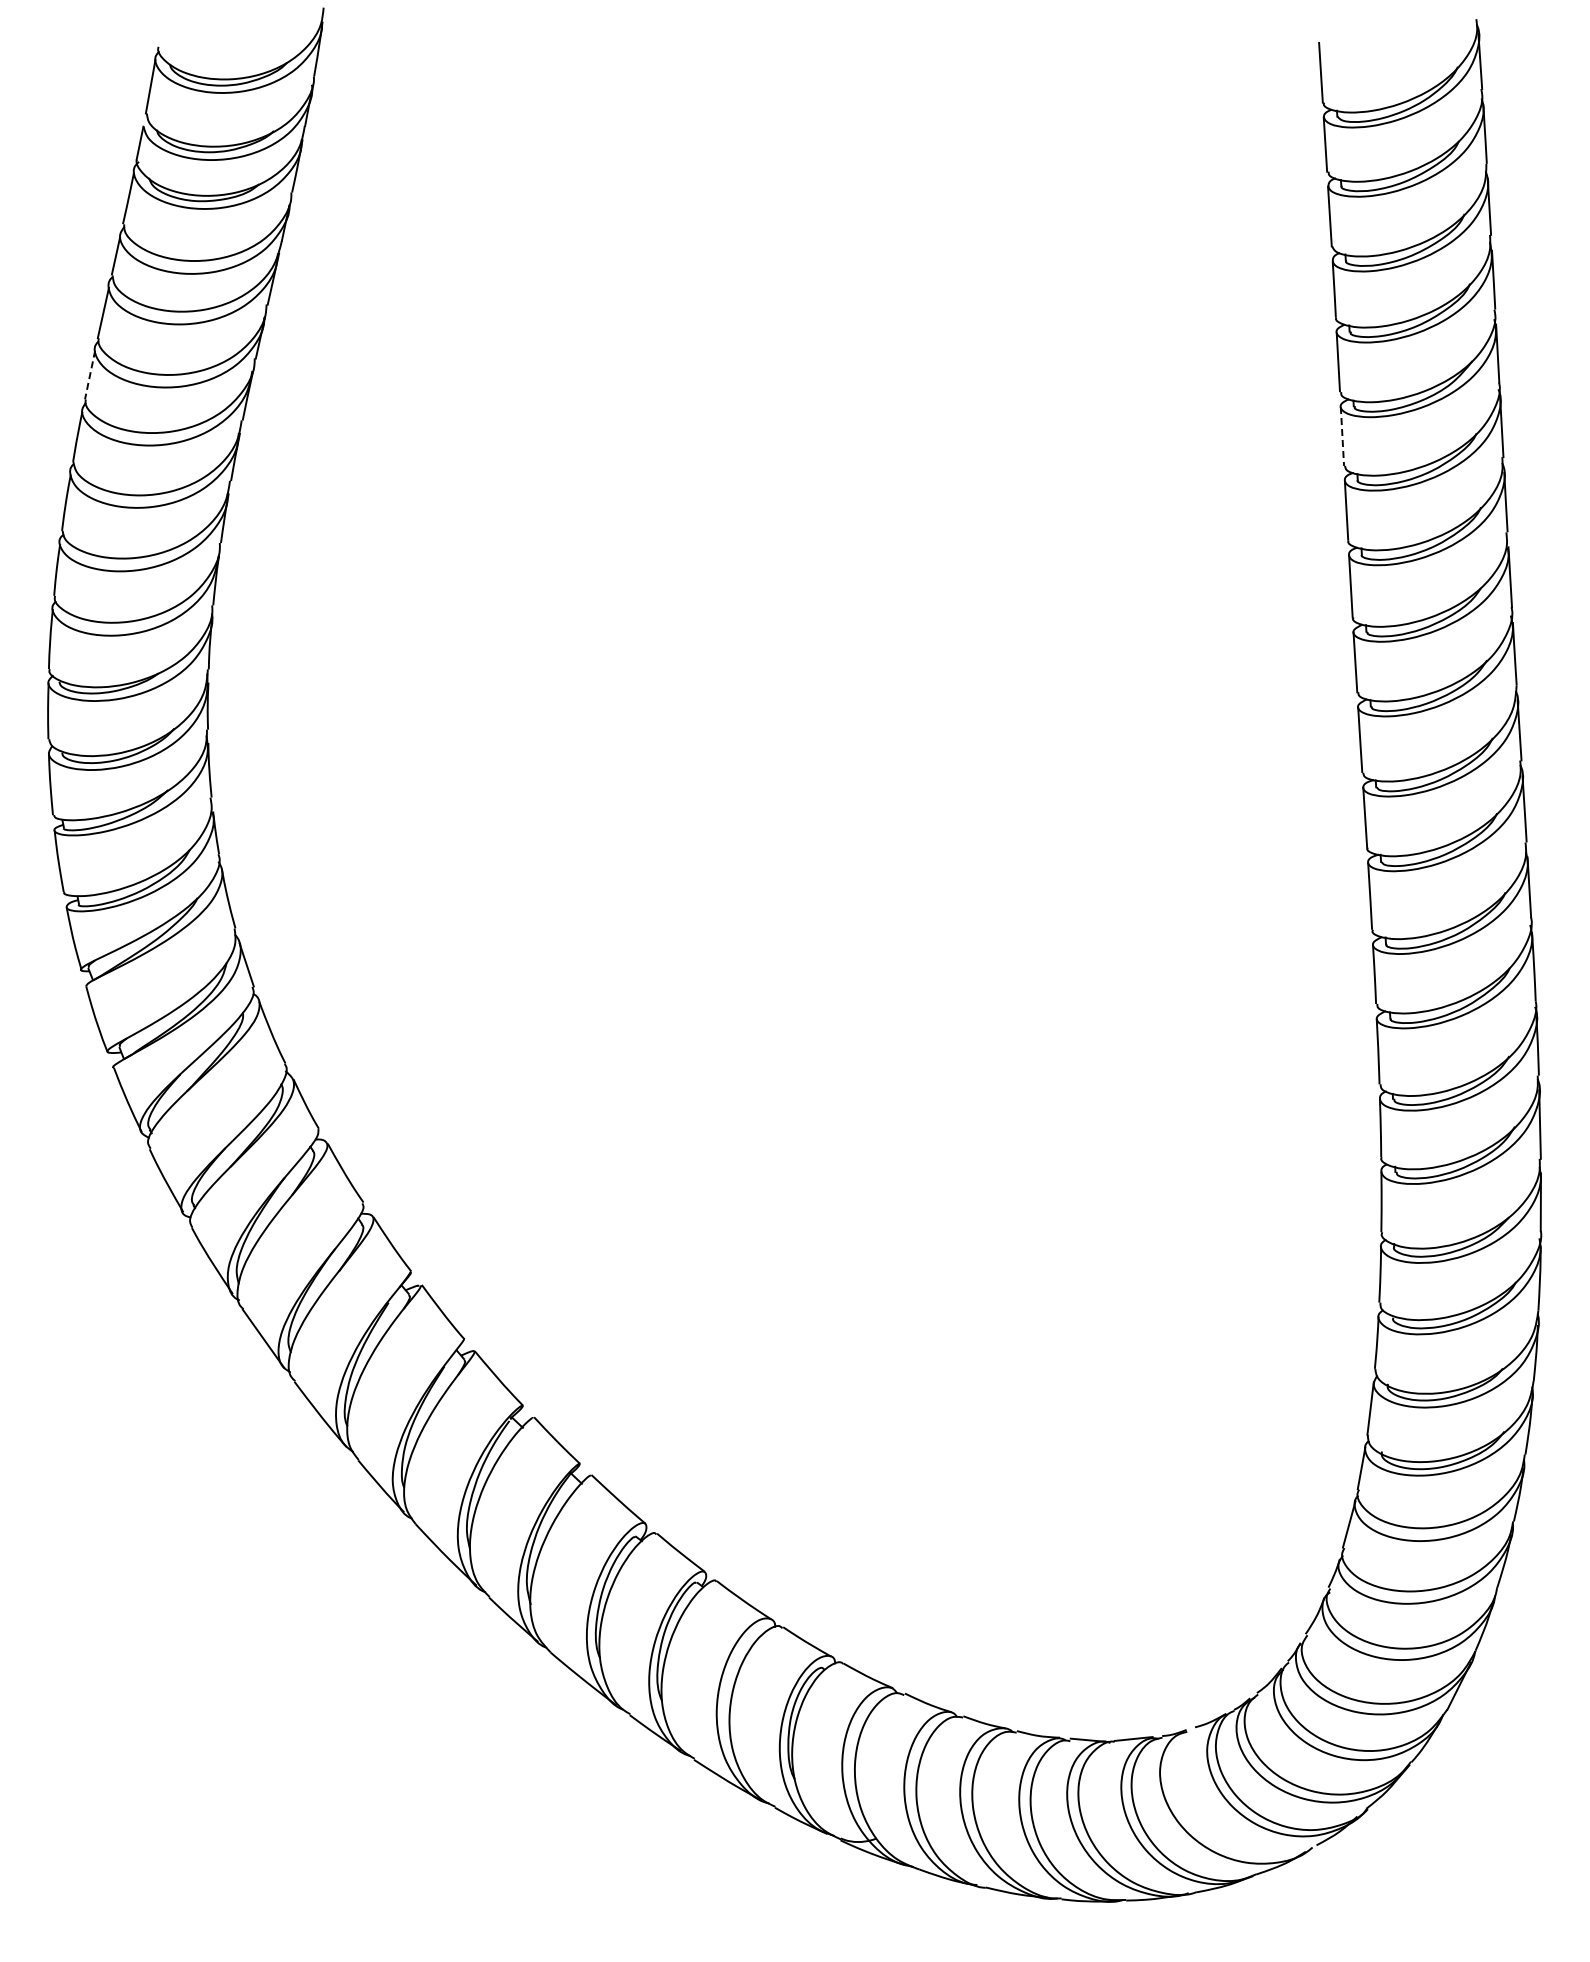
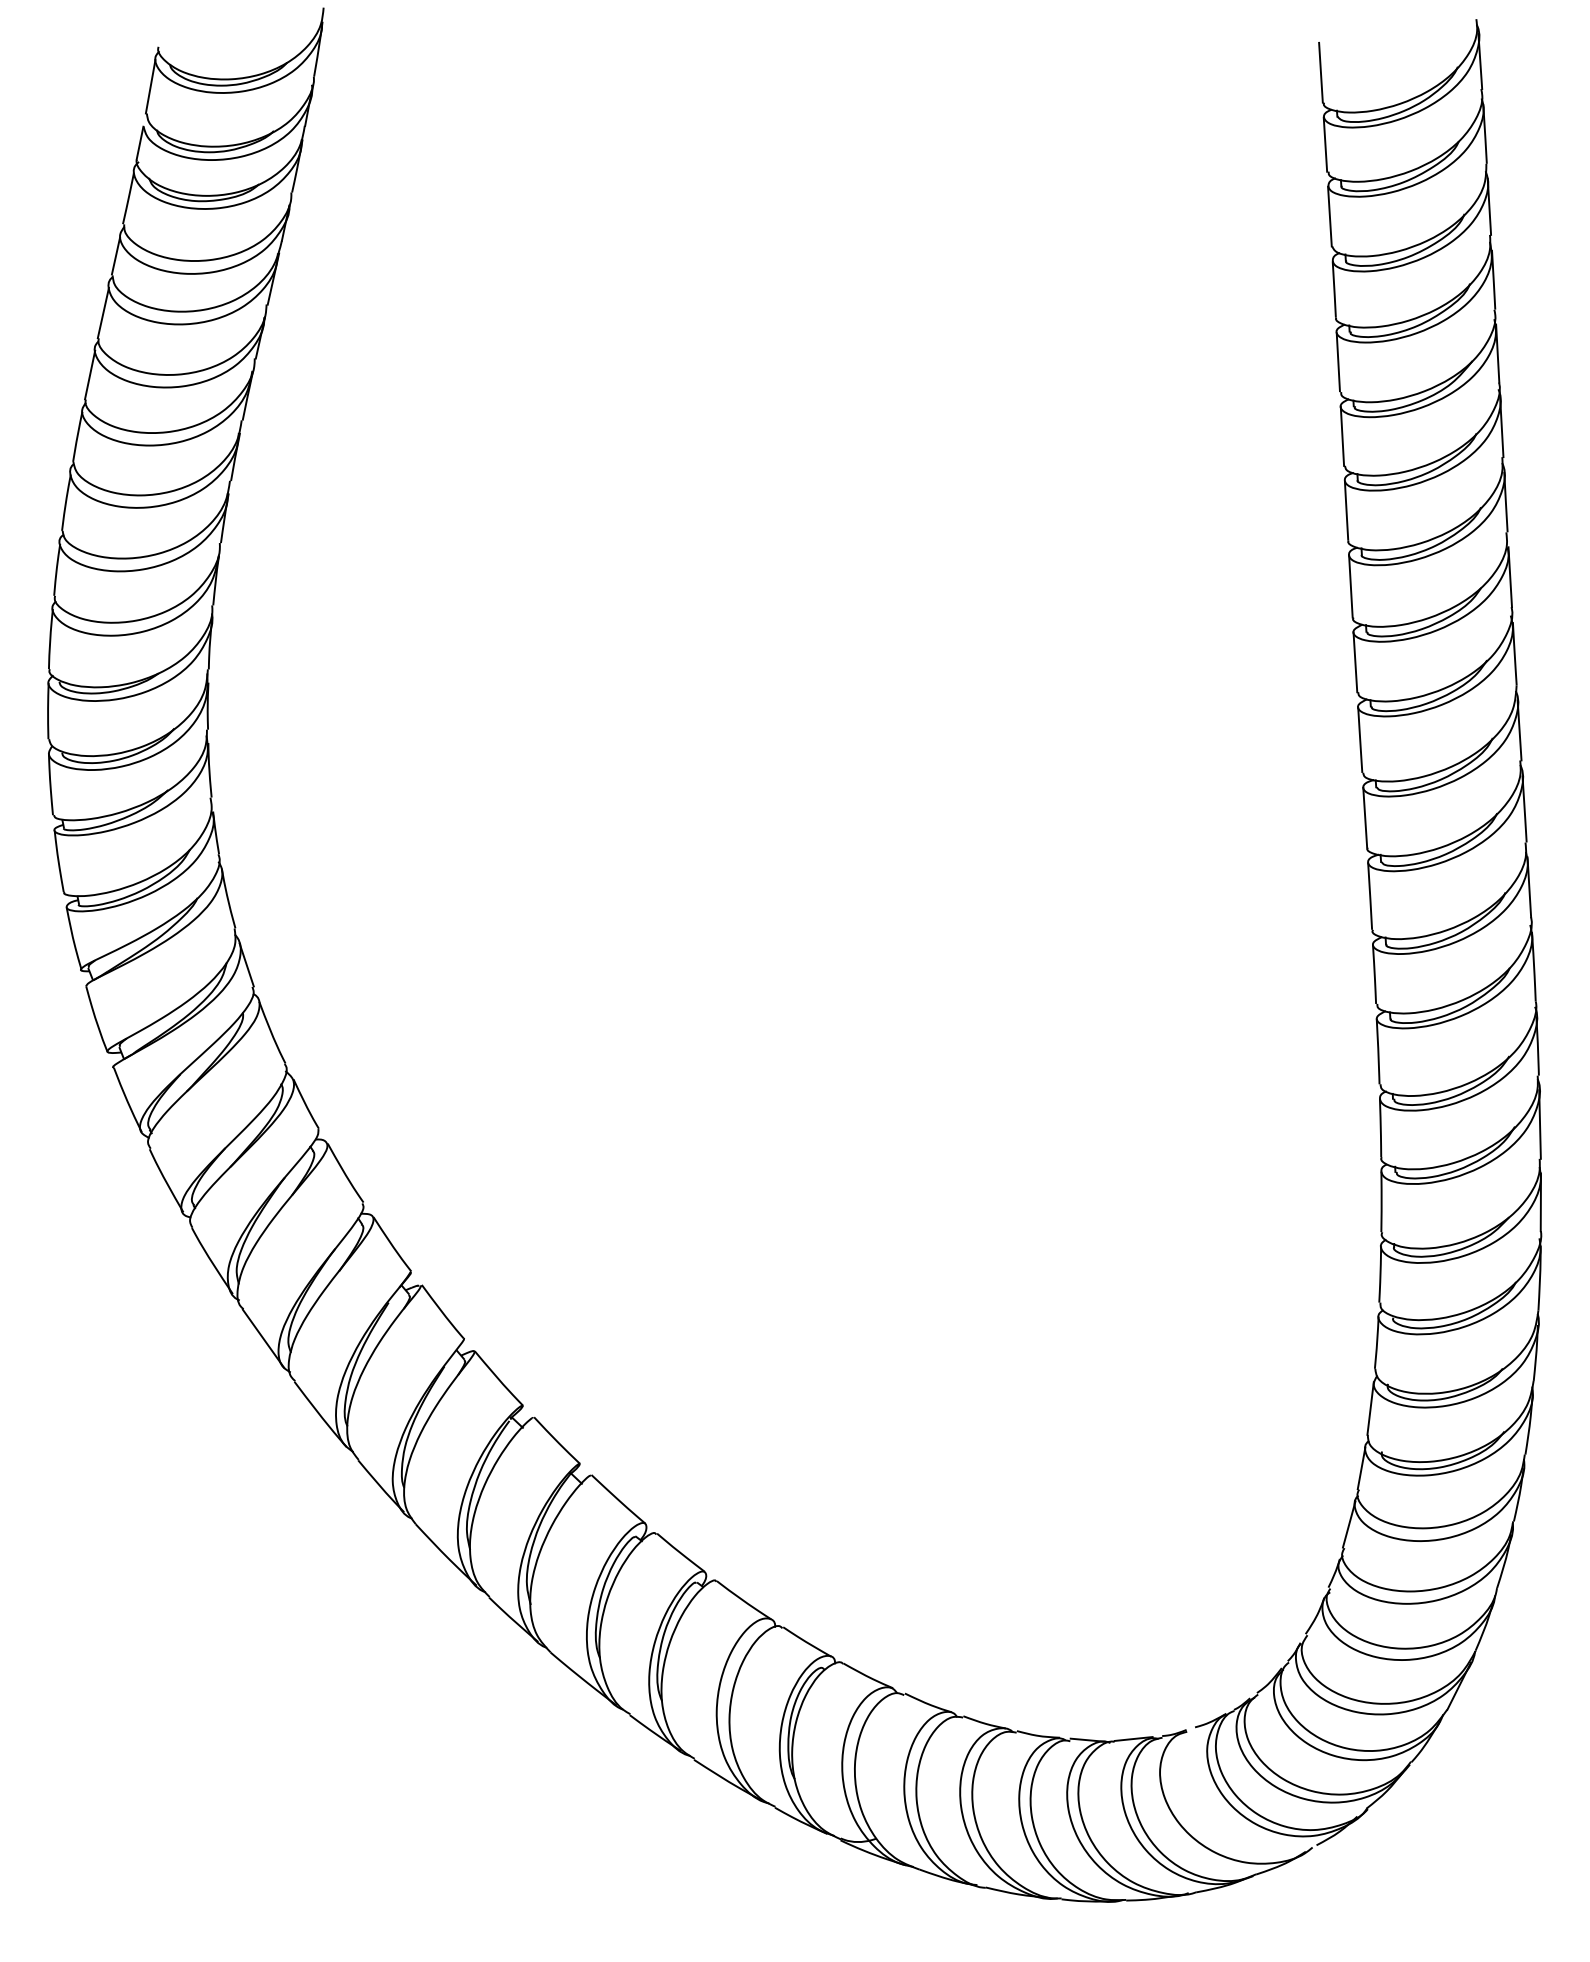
line at (90, 375): dashed -> solid
line at (1342, 437): dashed -> solid
